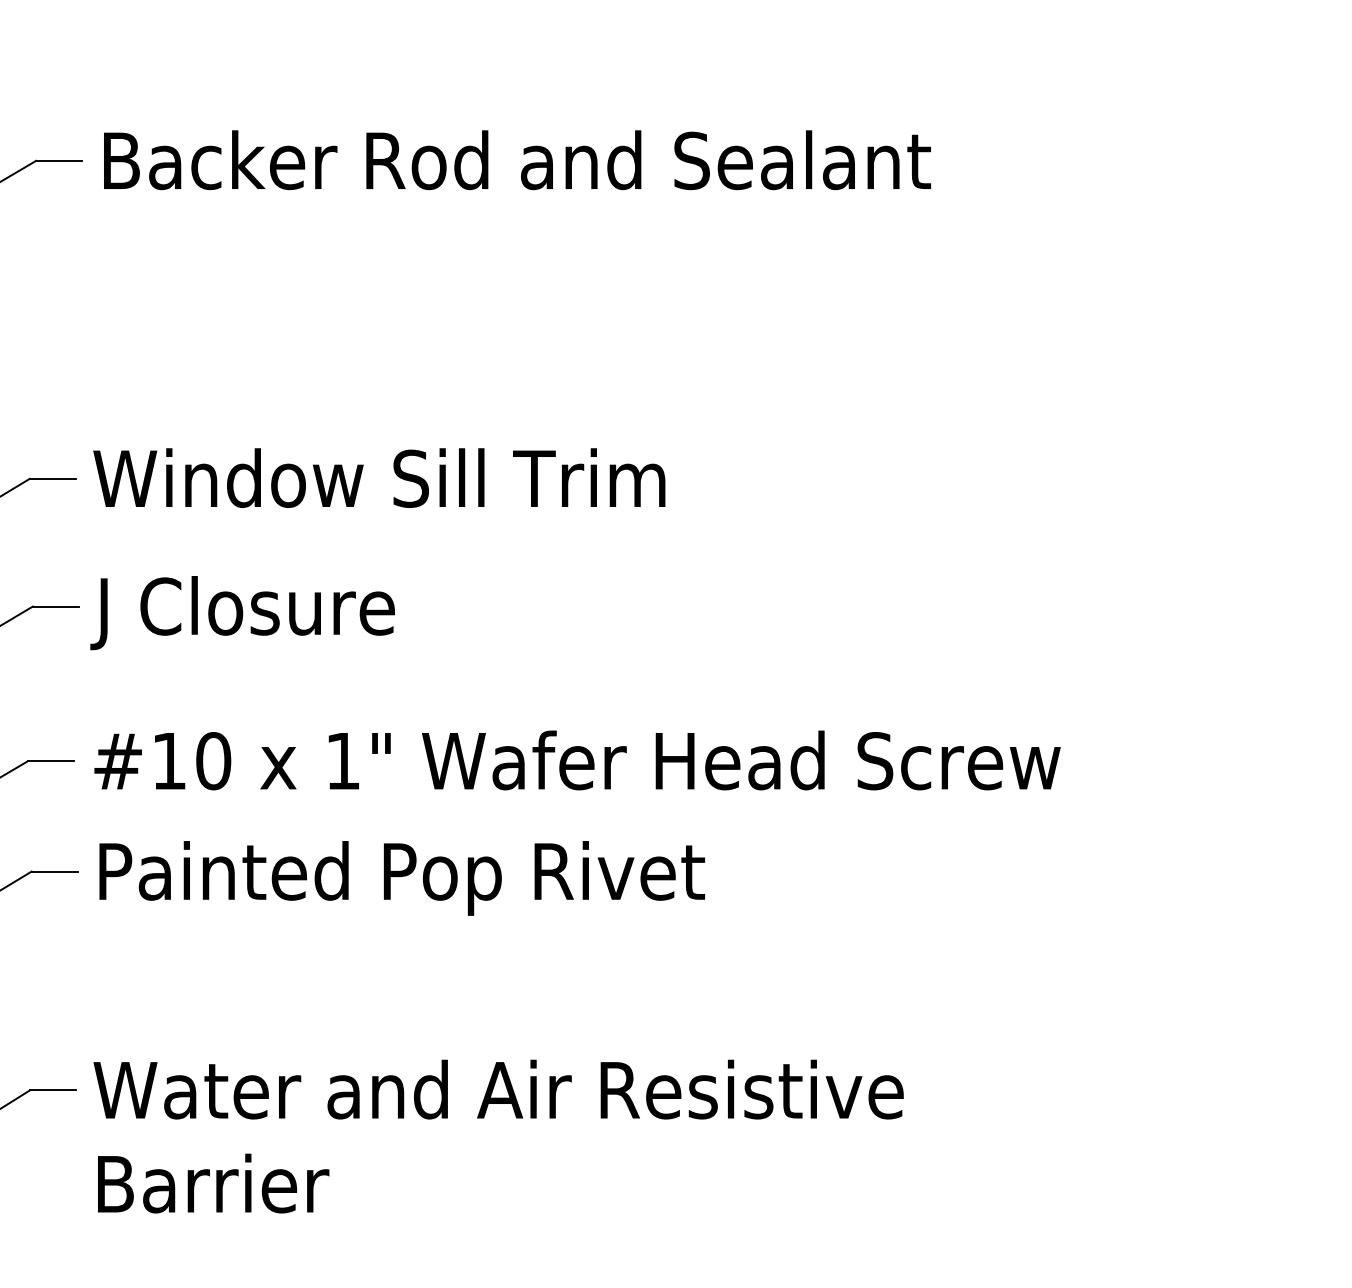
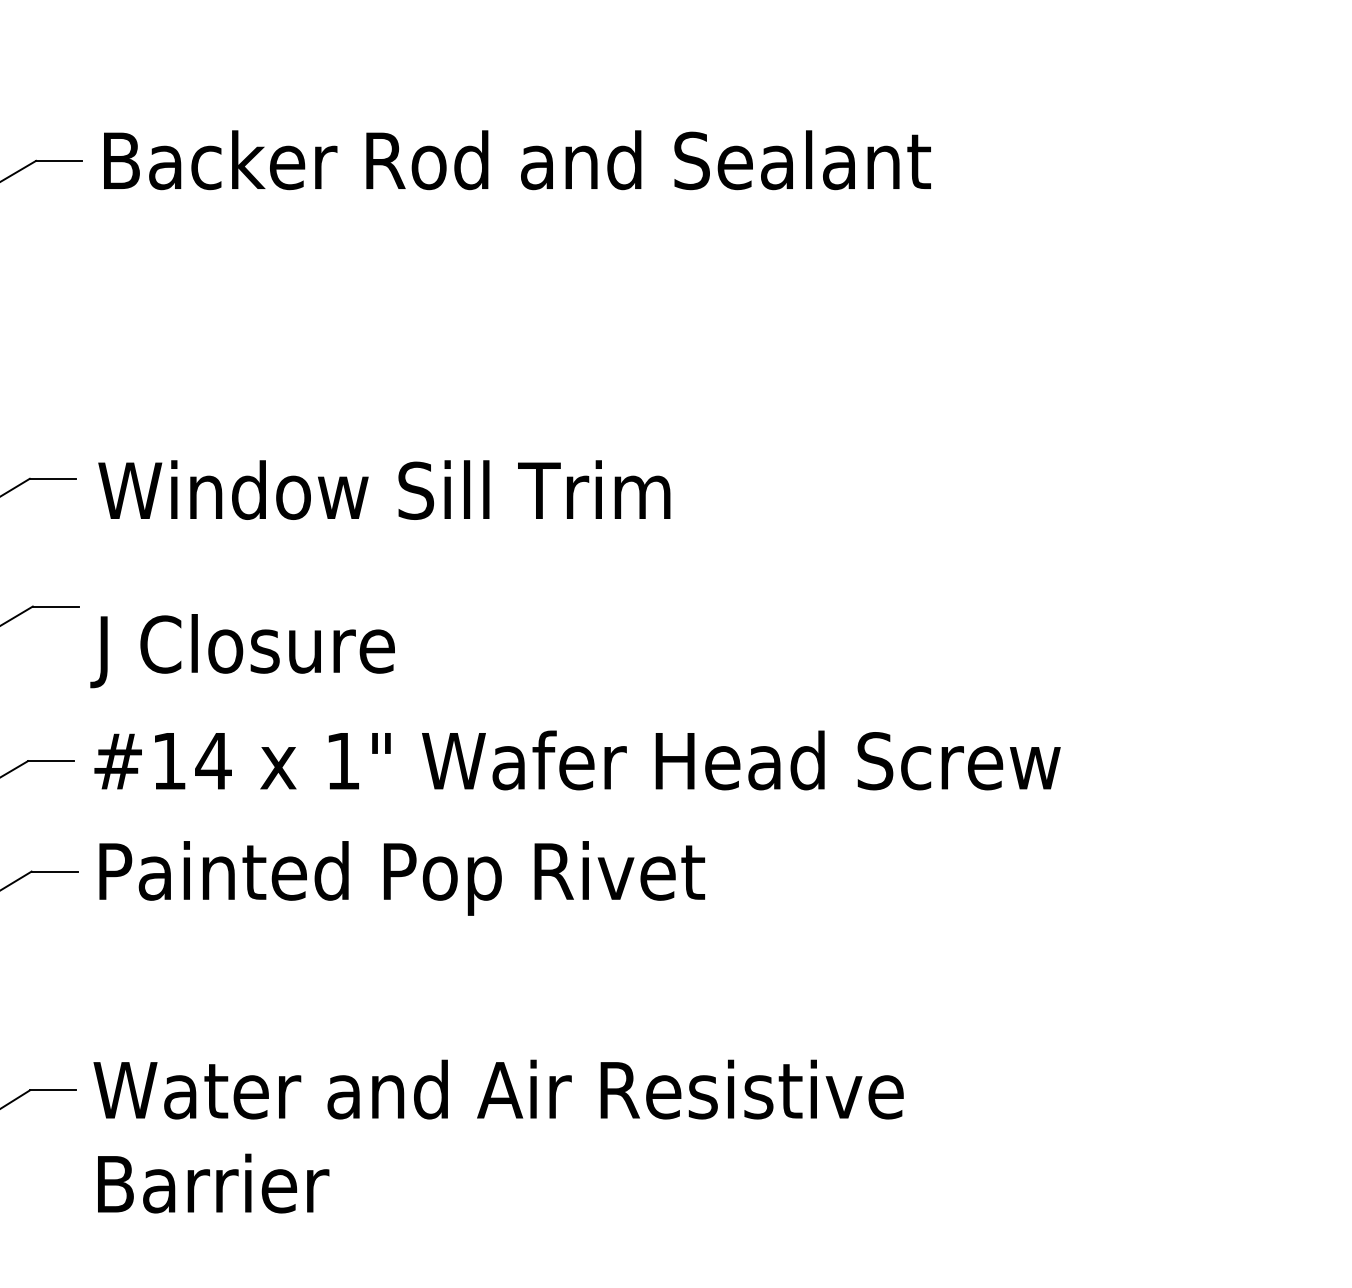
text at (379, 477) position: (379, 477) -> (384, 489)
text at (242, 613) position: (242, 613) -> (242, 651)
text at (213, 761): #10 -> #14
